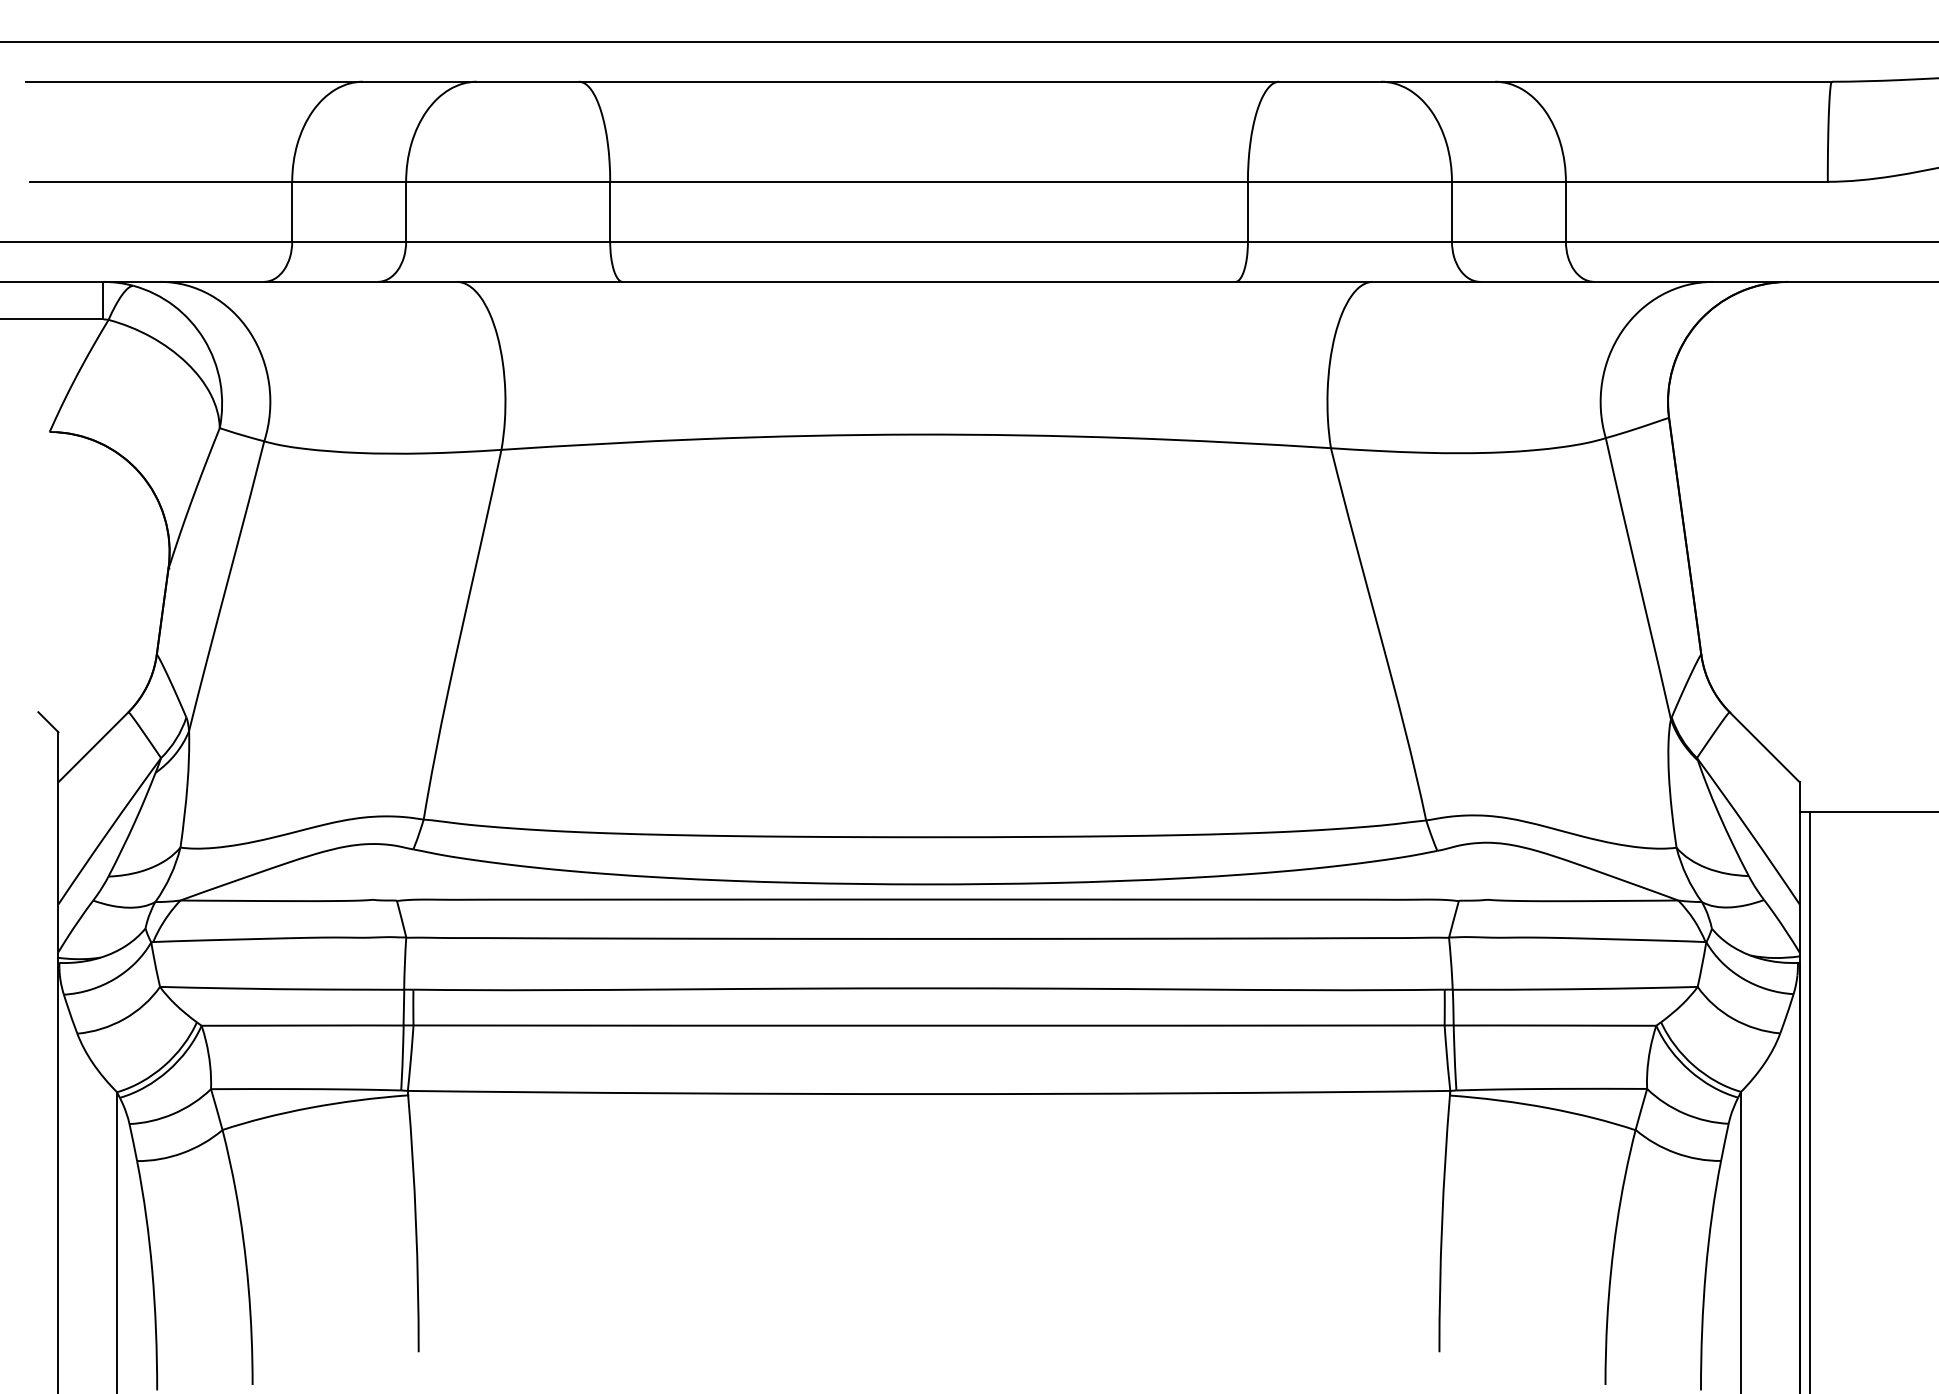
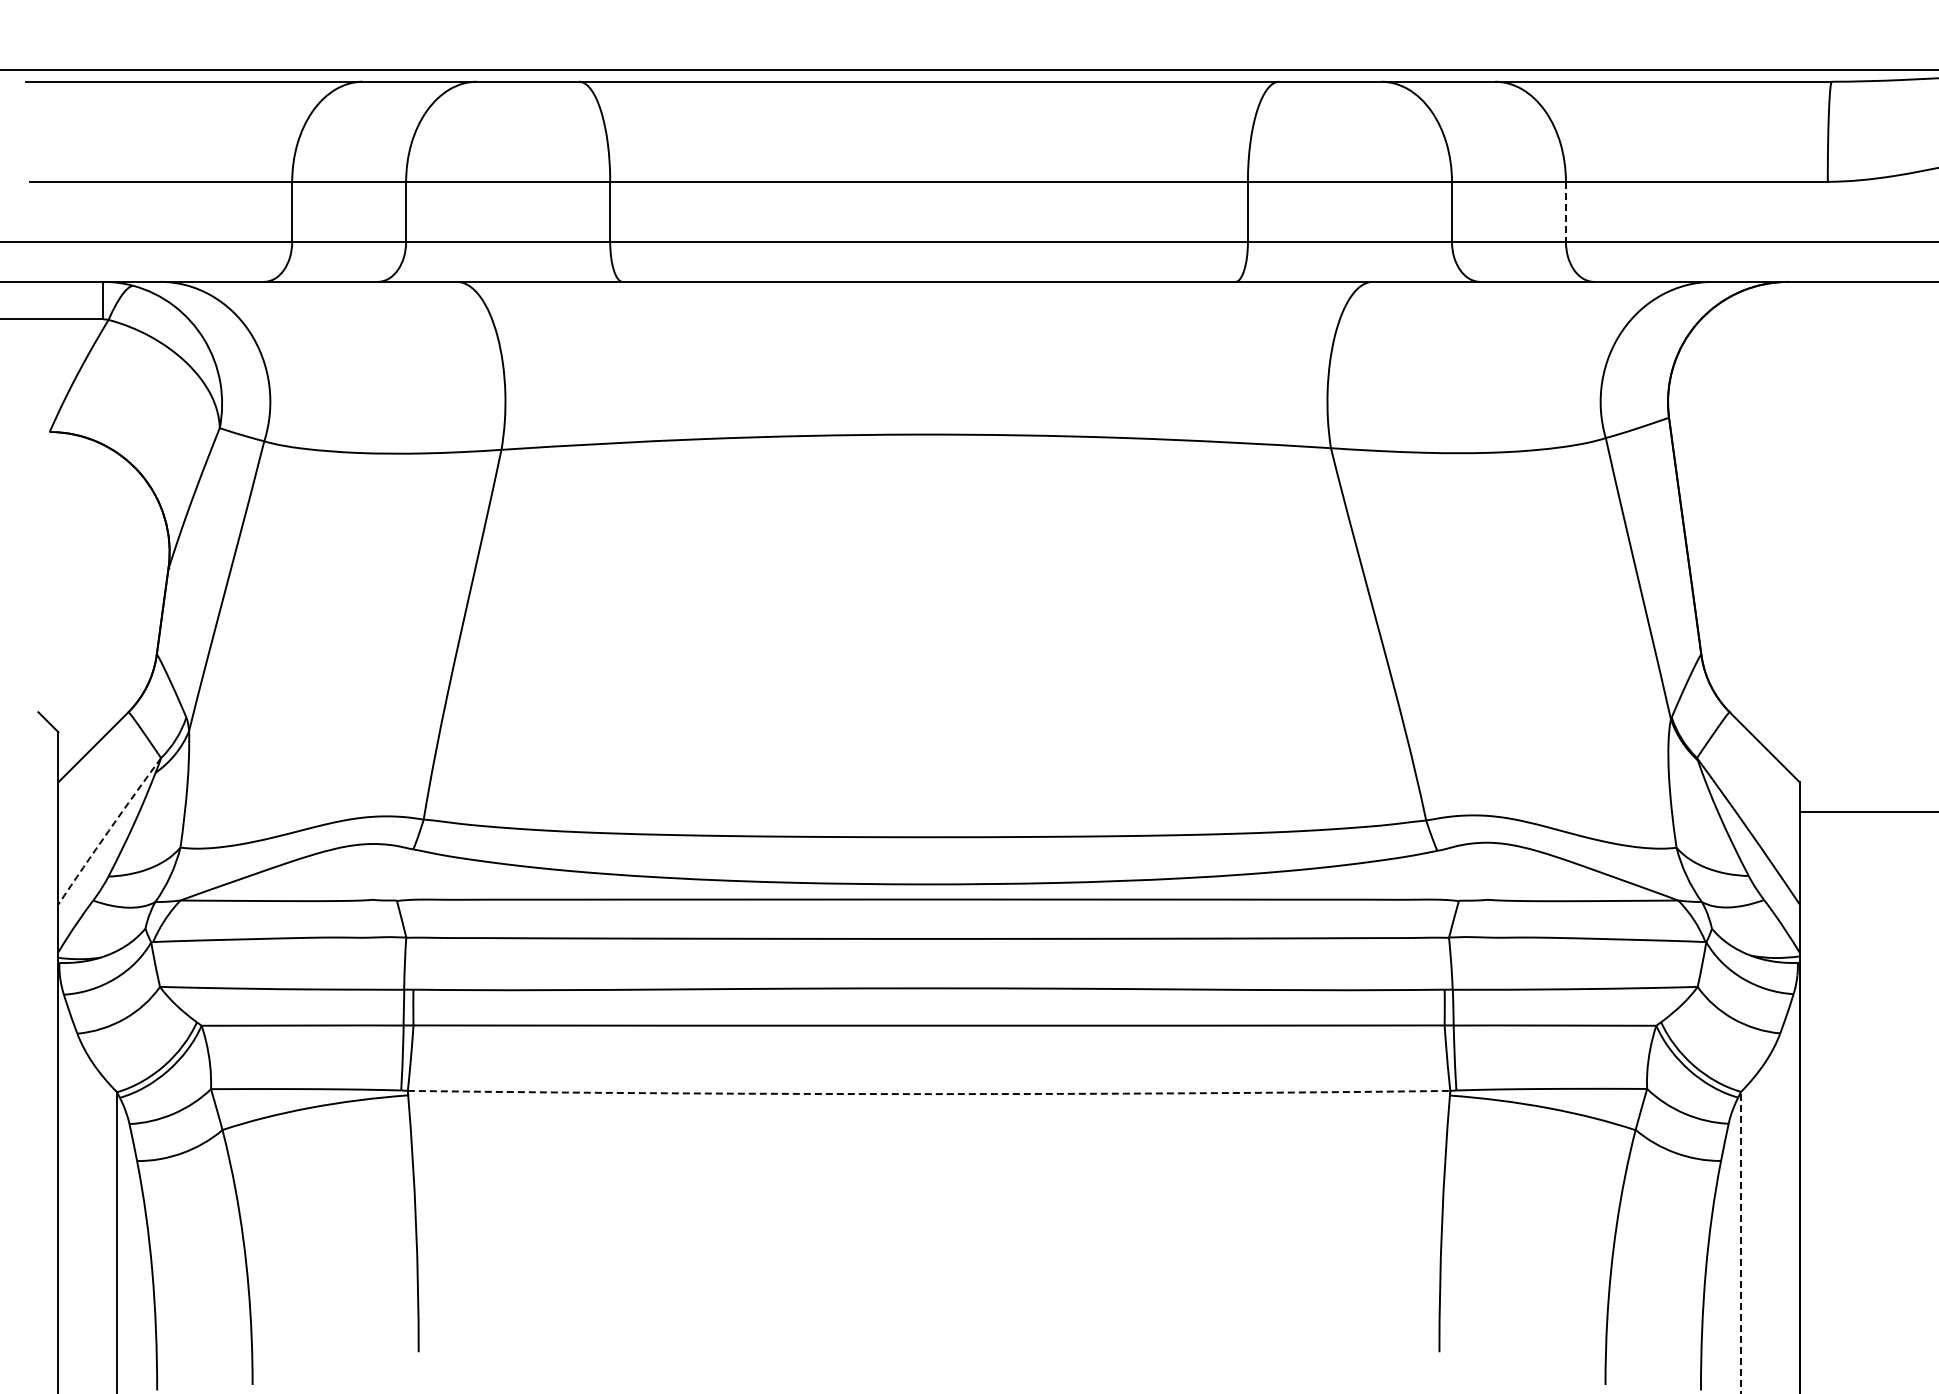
line at (968, 41) position: (968, 41) -> (968, 69)
line at (1565, 212): solid -> dashed
arc at (108, 830): solid -> dashed
arc at (929, 1094): solid -> dashed
line at (1809, 1101): present -> none
line at (1741, 1242): solid -> dashed
